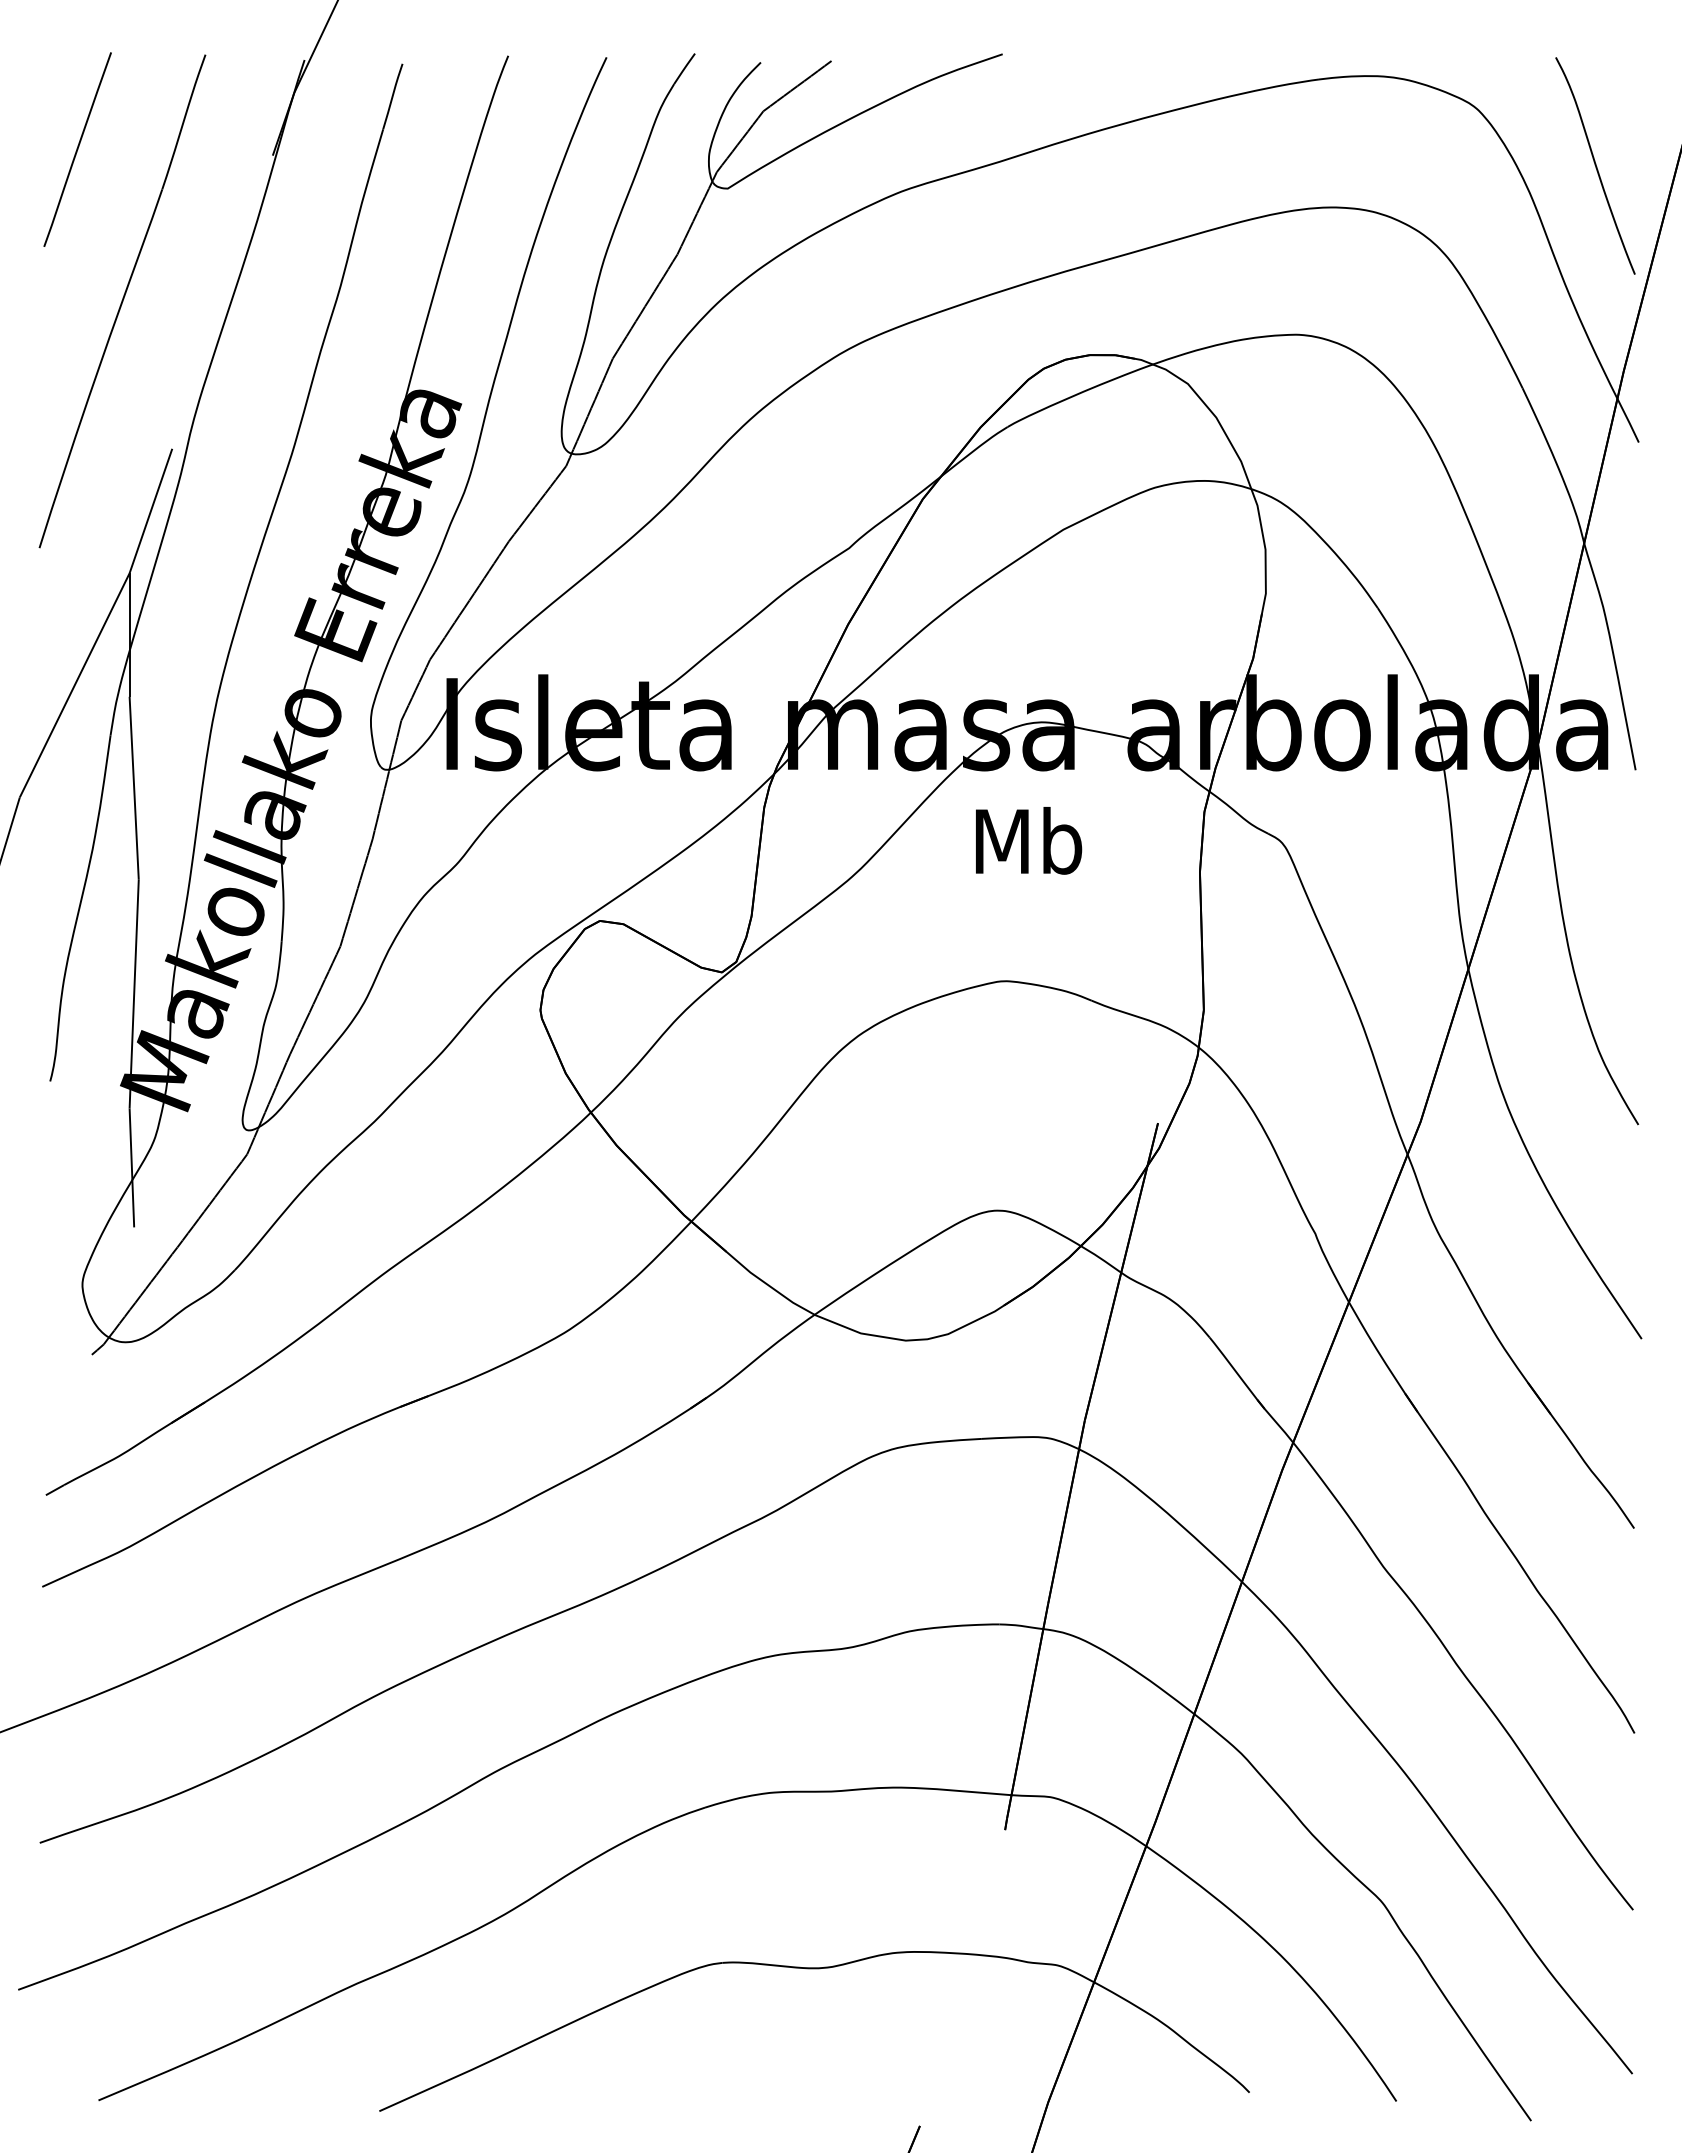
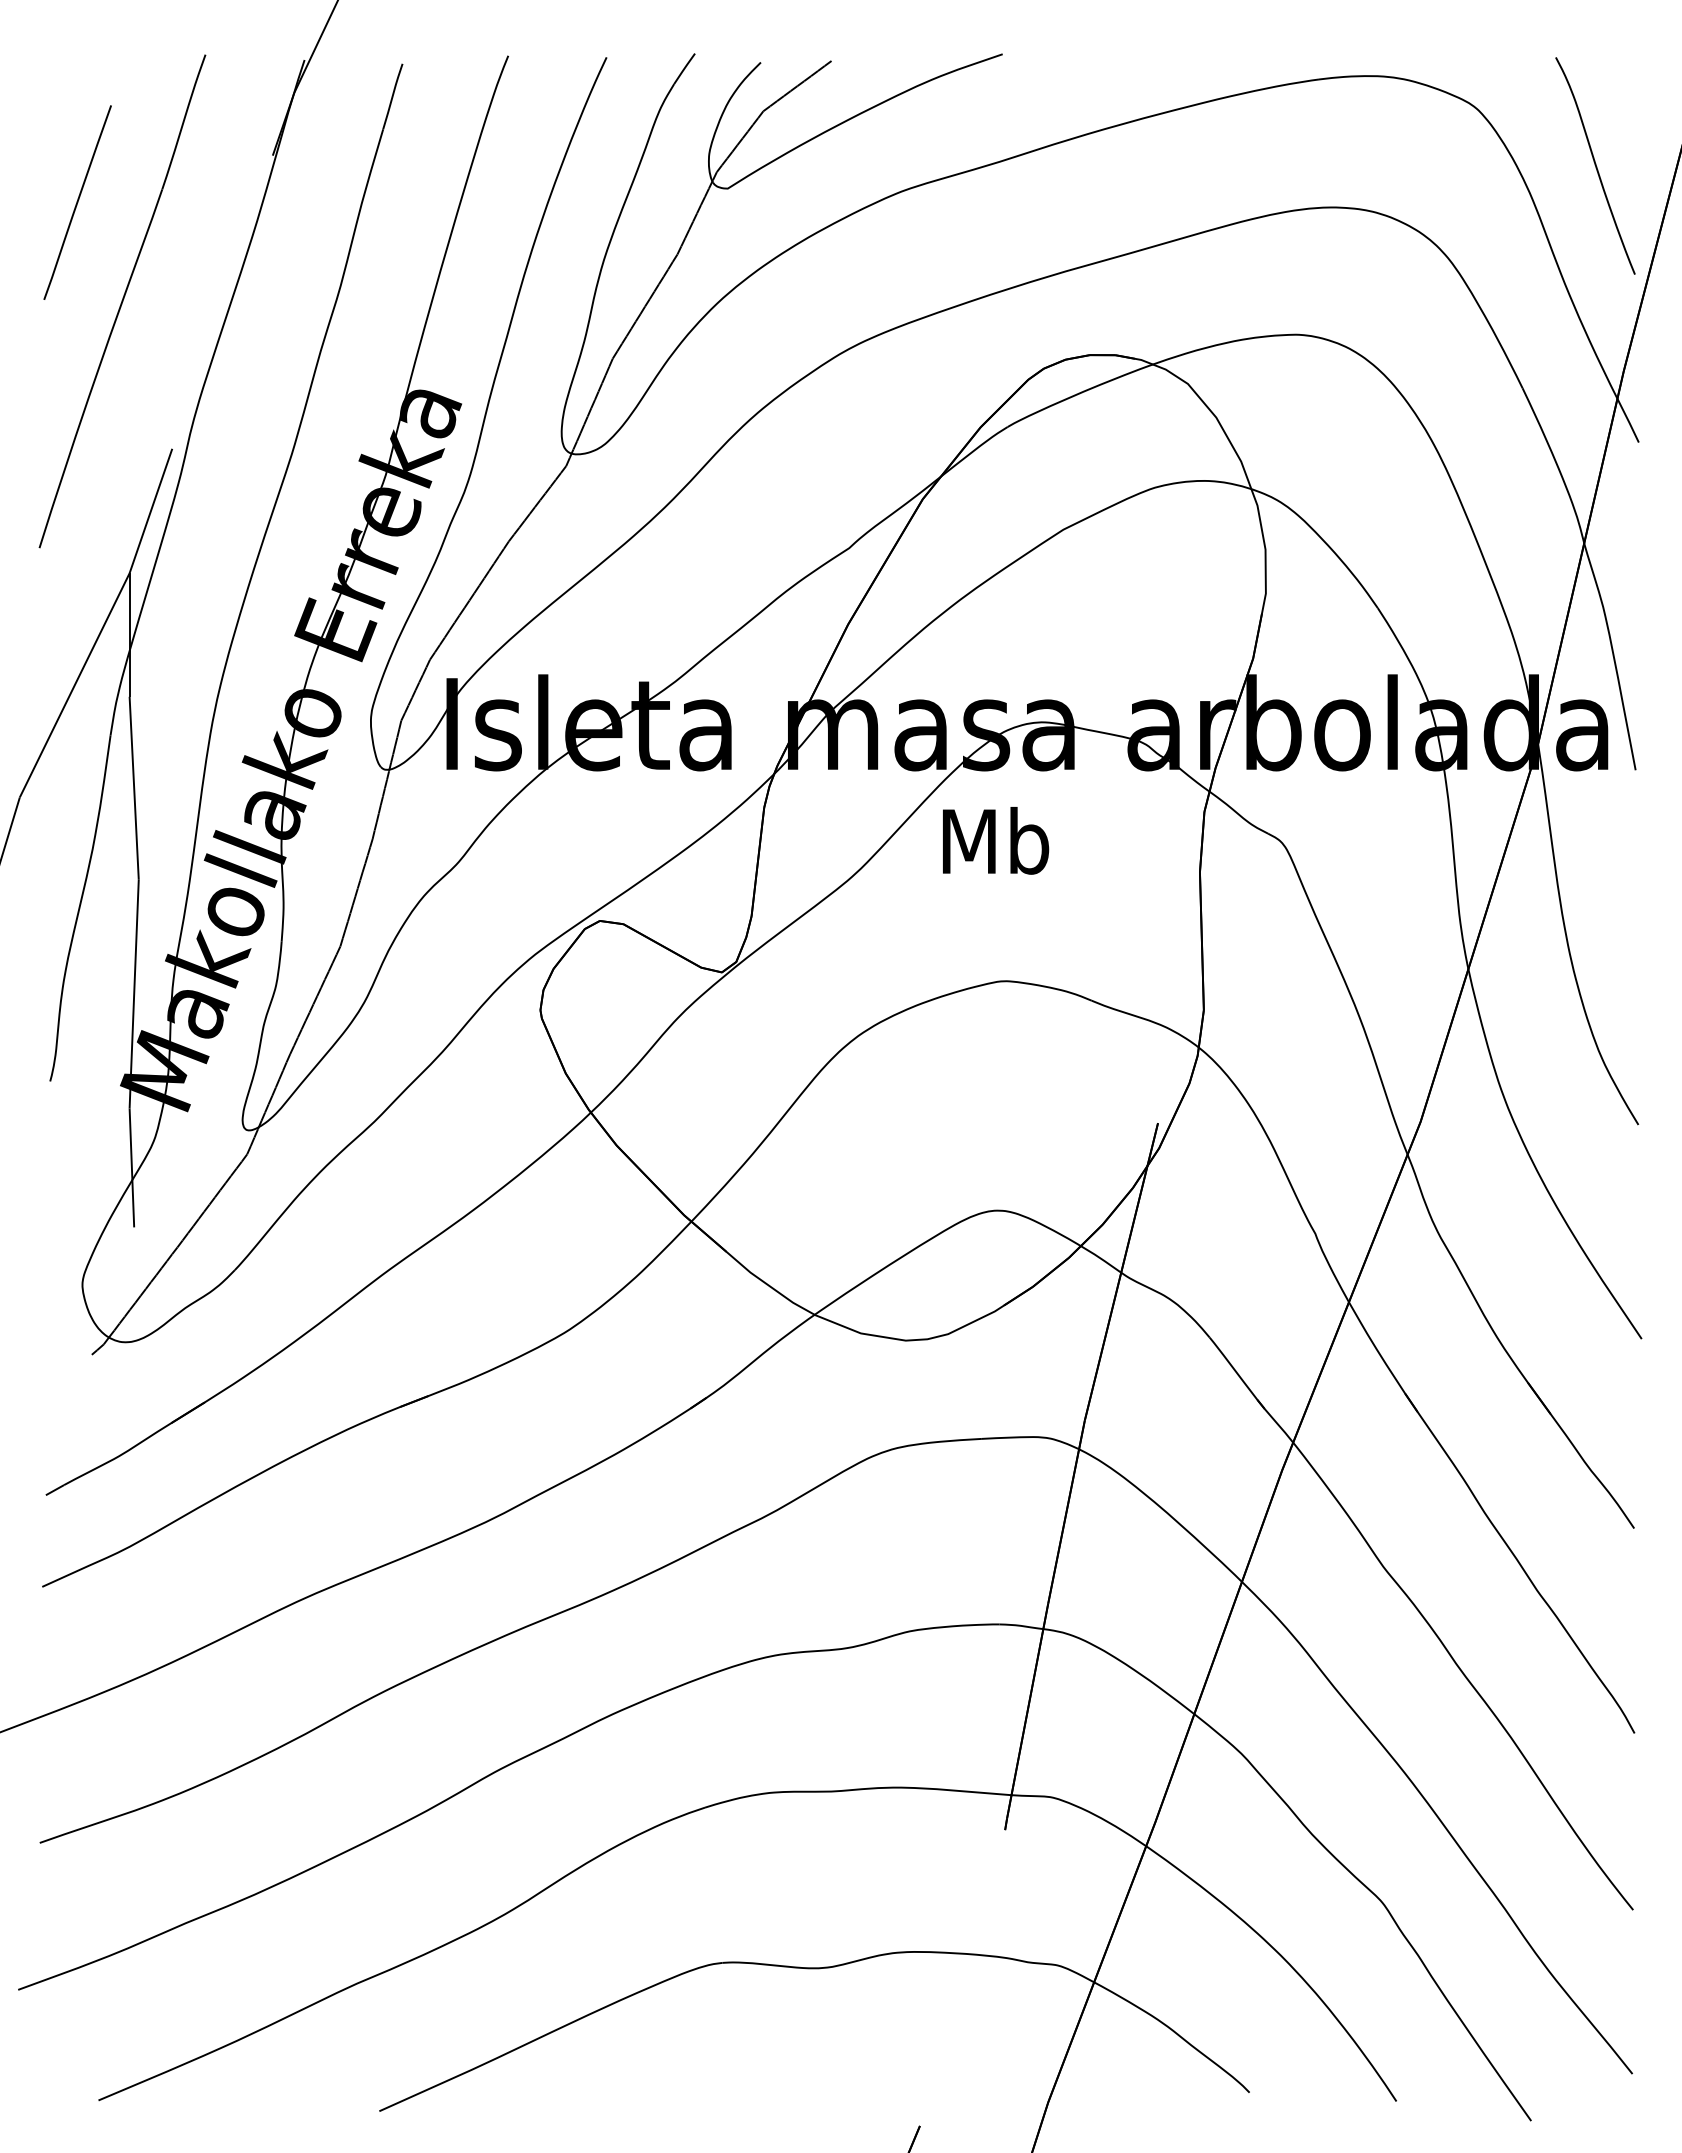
line at (77, 149) position: (77, 149) -> (77, 202)
text at (1029, 840) position: (1029, 840) -> (996, 840)
